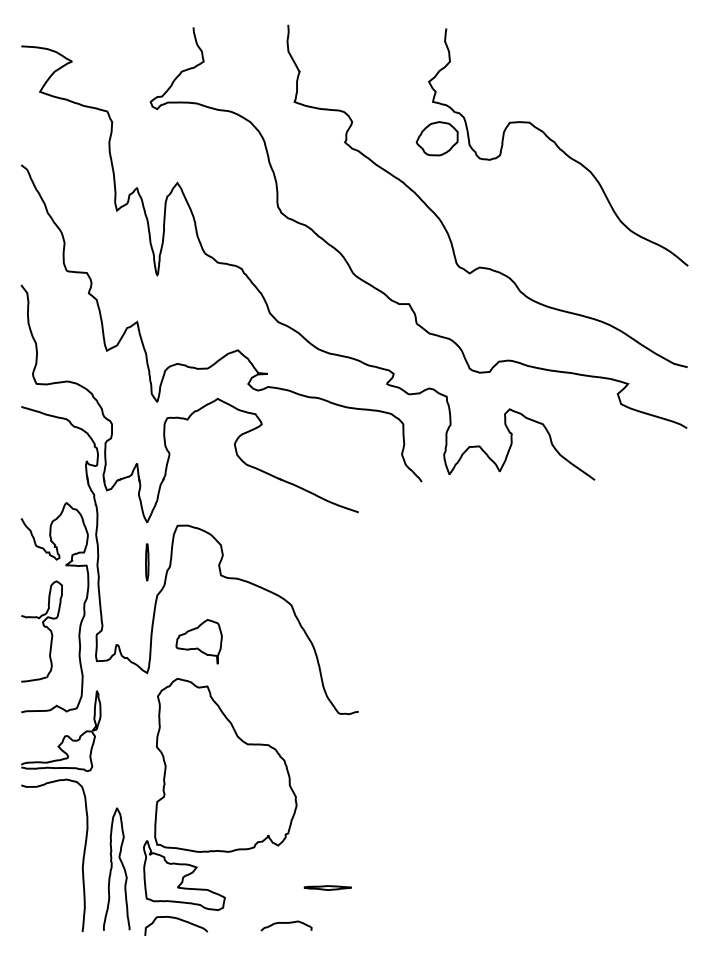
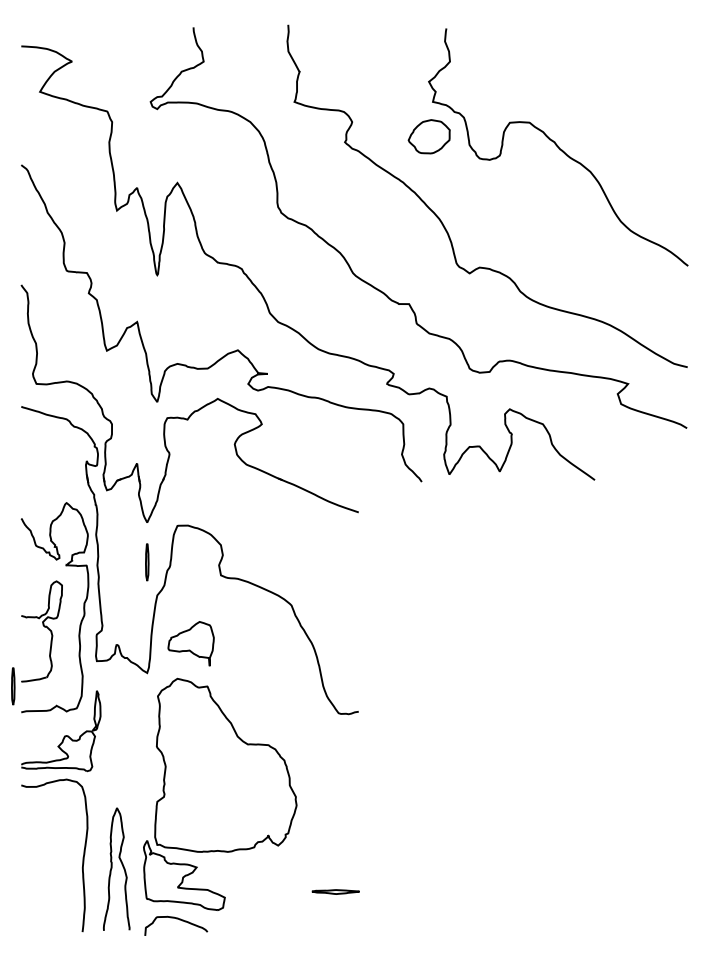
part at (436, 138) position: (436, 138) -> (428, 136)
part at (198, 641) position: (198, 641) -> (190, 643)
line at (13, 686): none -> present
part at (327, 887) position: (327, 887) -> (335, 891)
curve at (286, 923): present -> none
